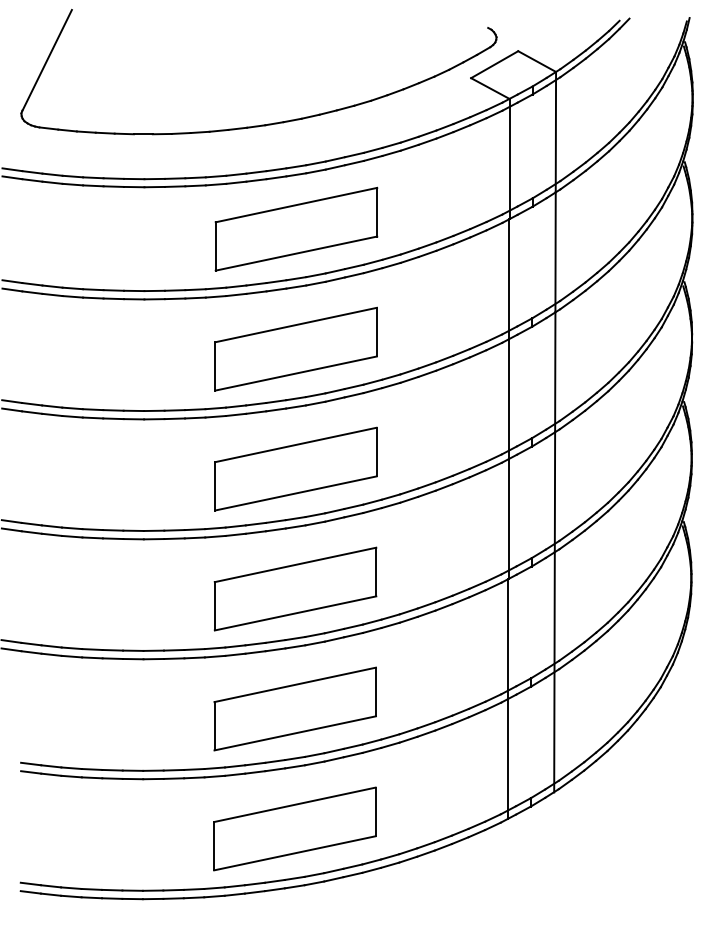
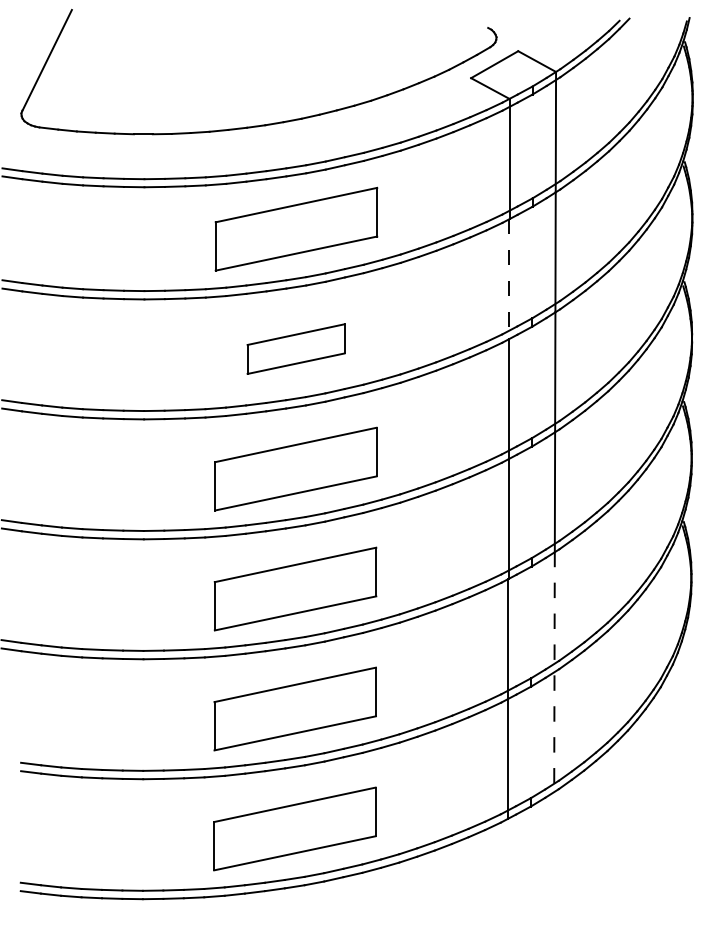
line at (509, 279): solid -> dashed
part at (295, 348) size: 164x86 px -> 100x52 px
line at (554, 672): solid -> dashed
